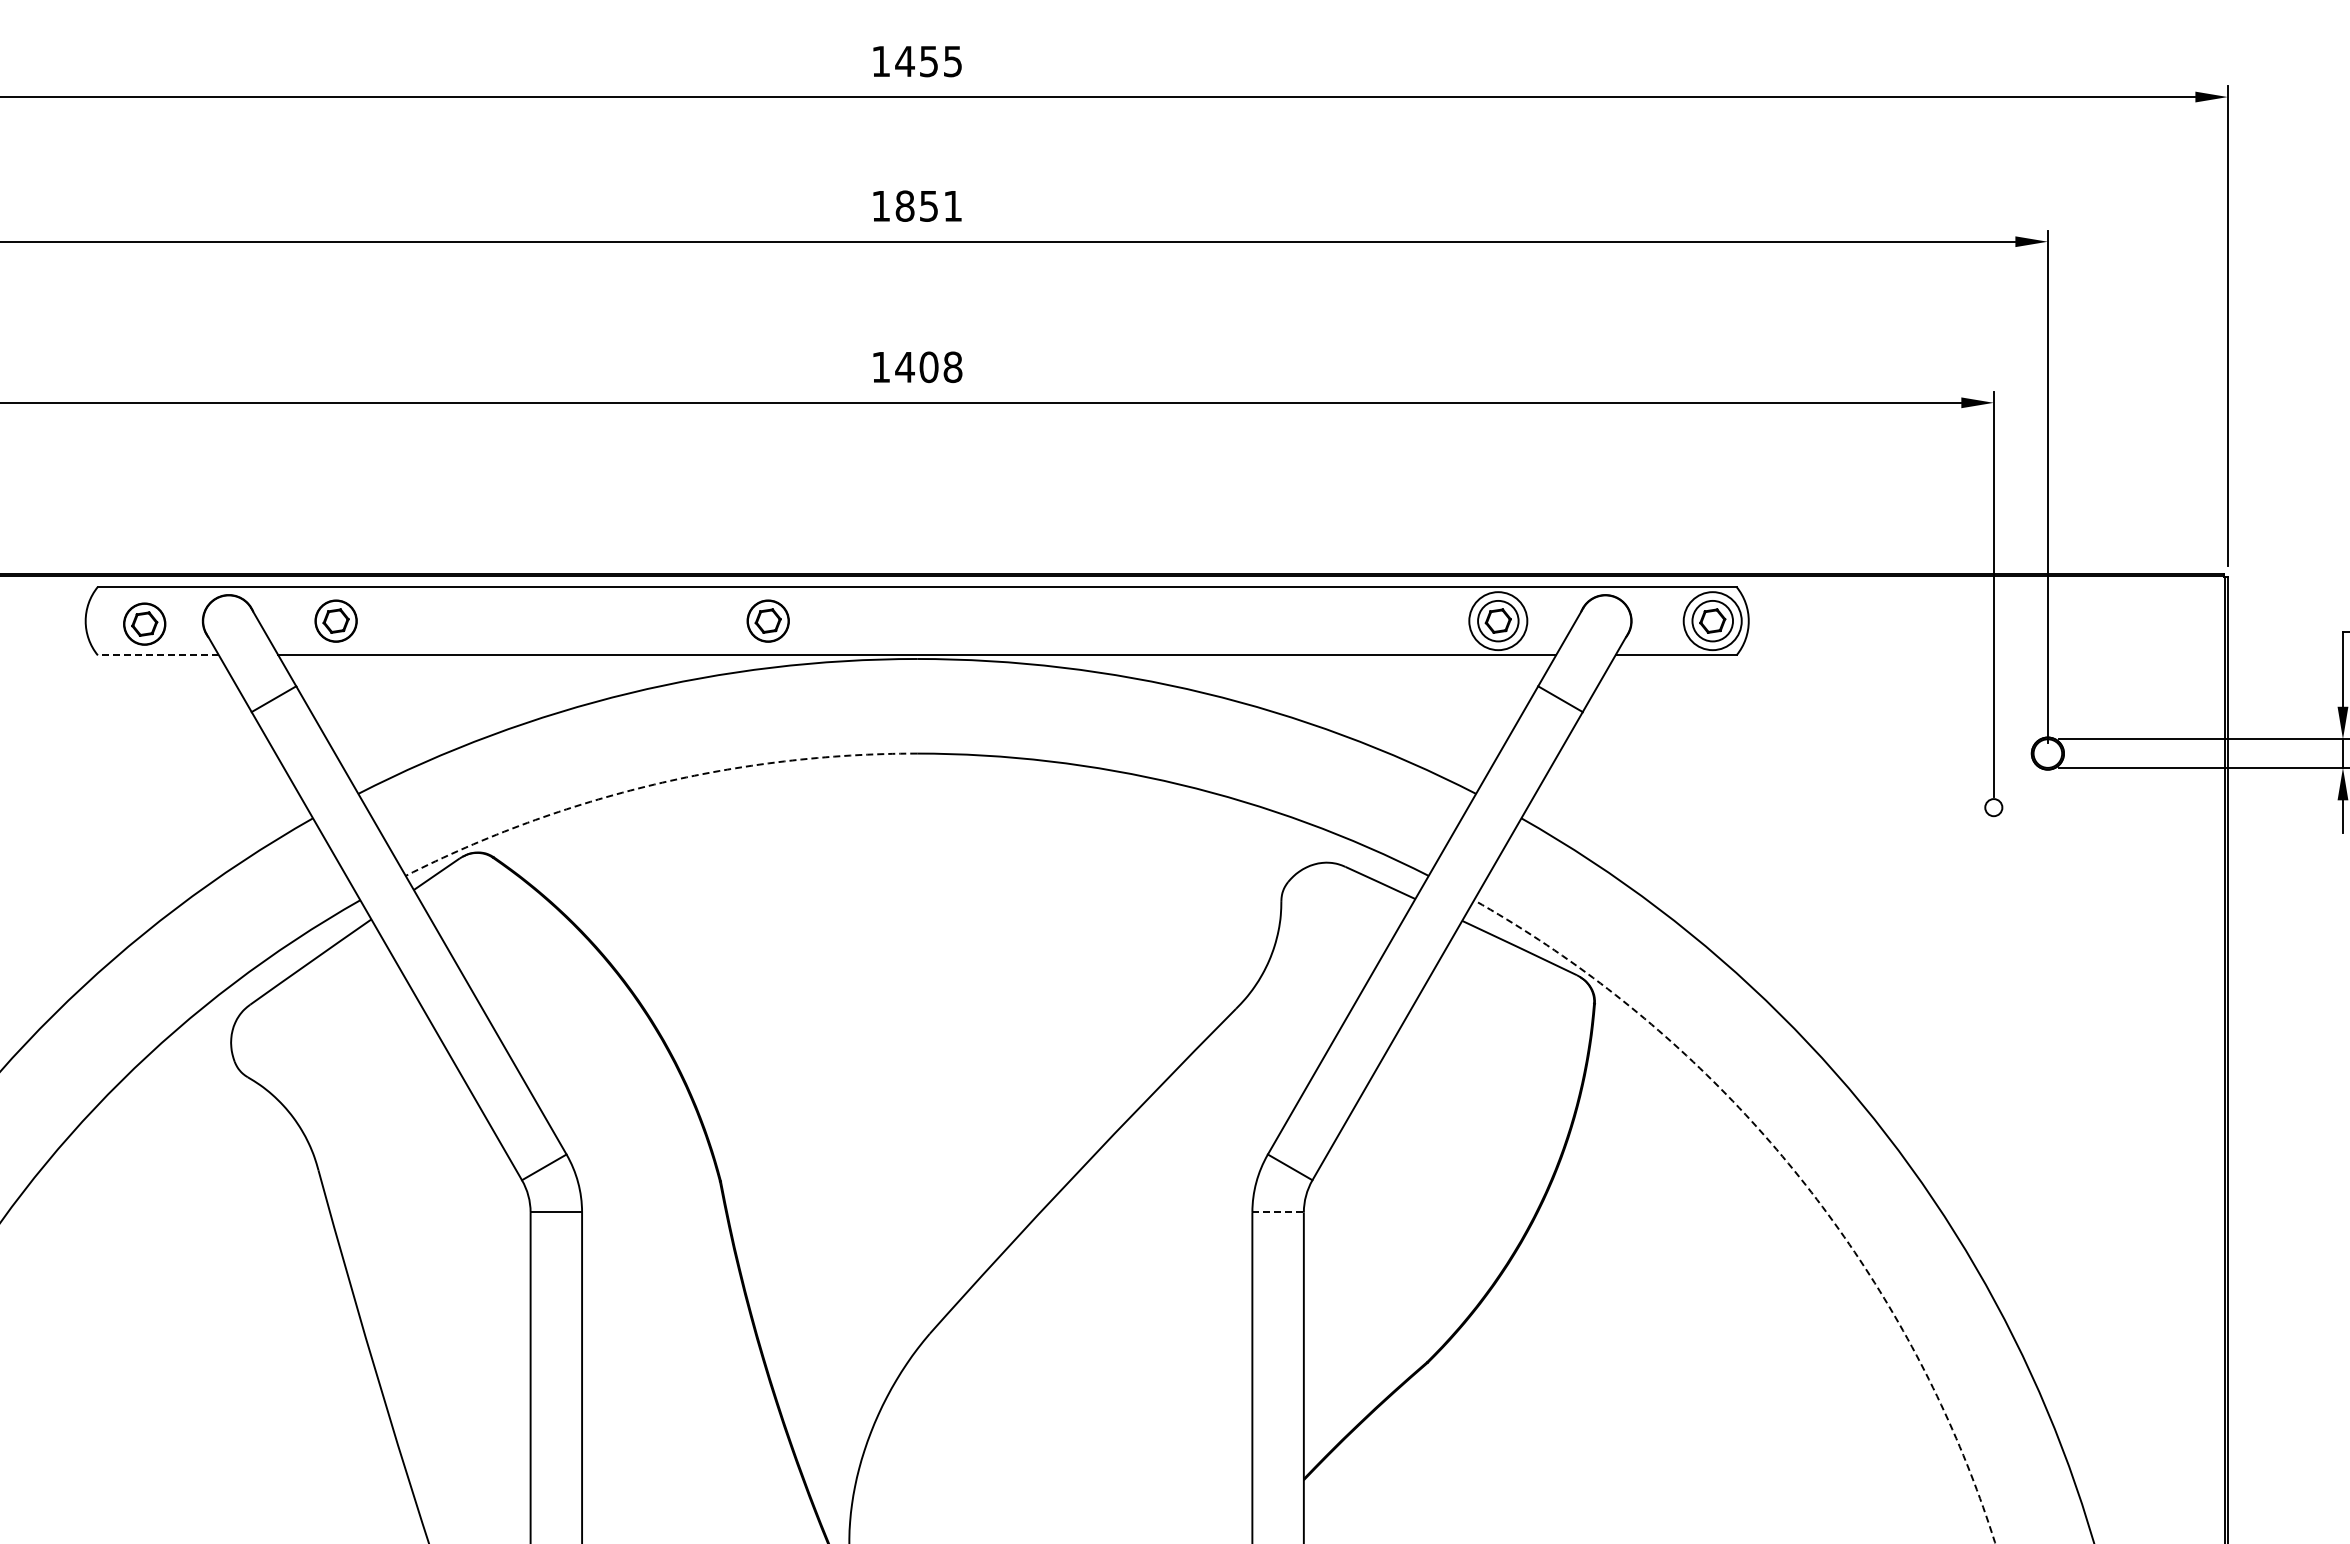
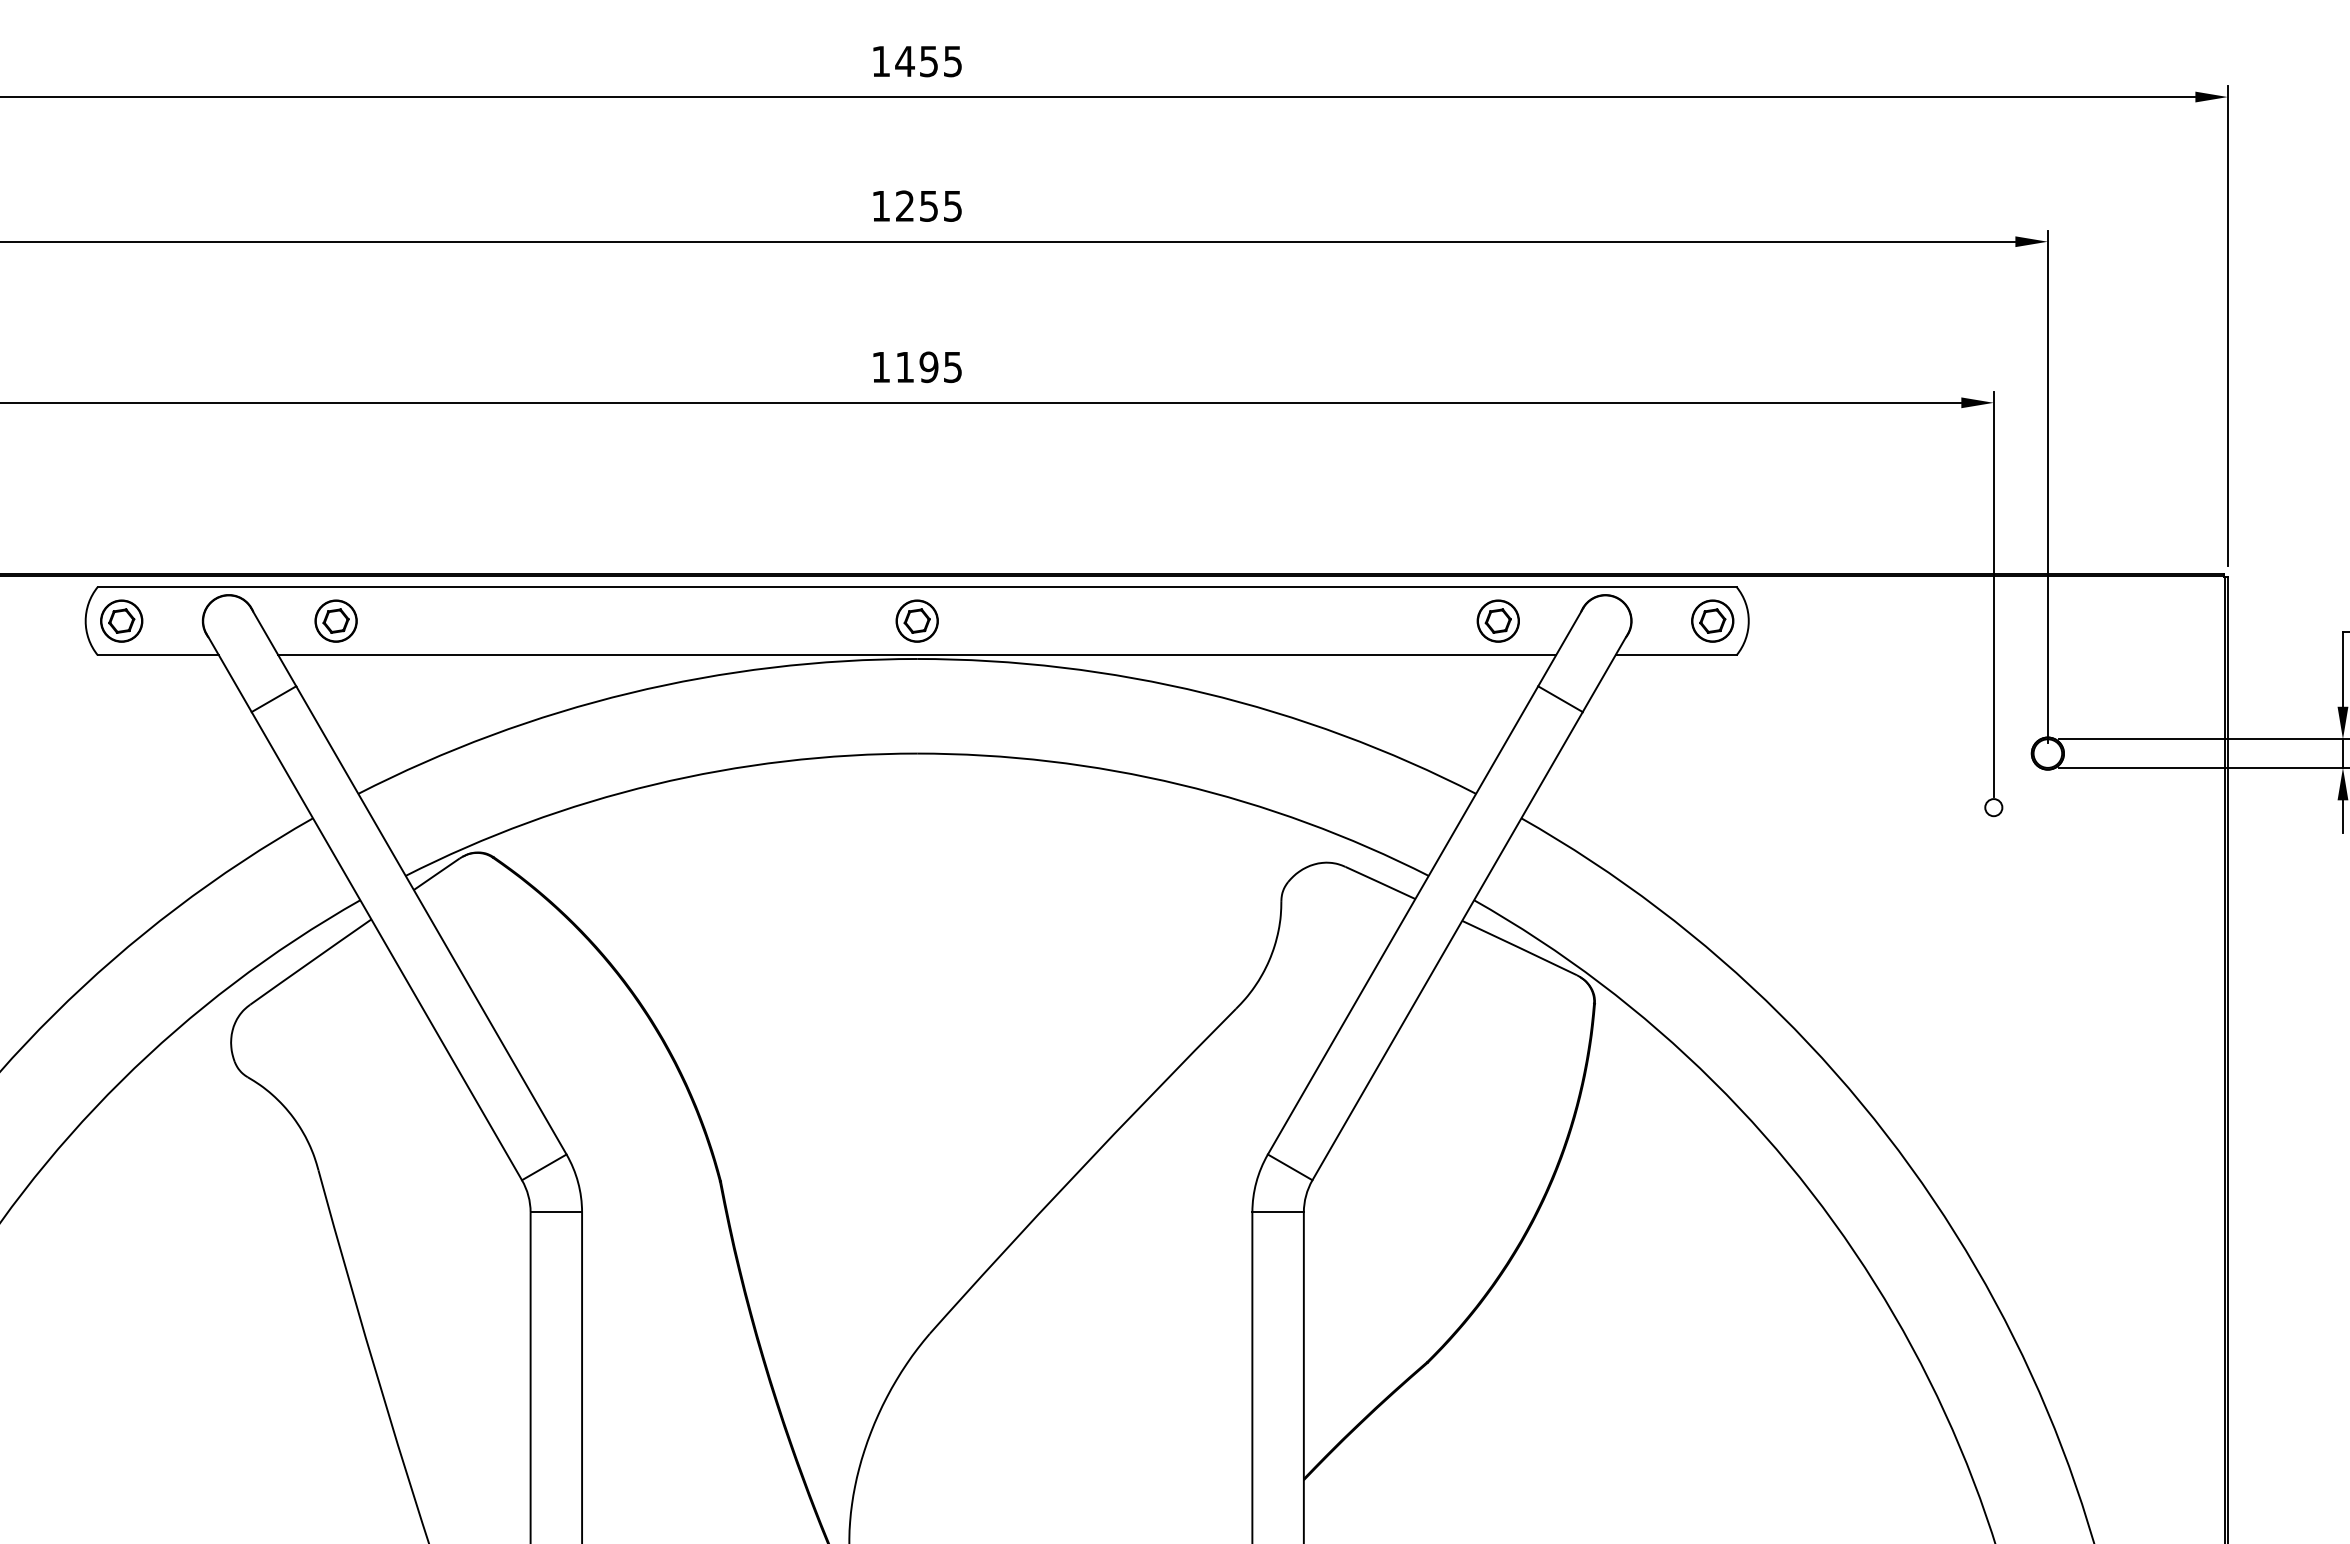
text at (928, 205): 1851 -> 1255
text at (928, 367): 1408 -> 1195
part at (767, 620) position: (767, 620) -> (916, 620)
circle at (1498, 621) diameter: 58 px -> 41 px
circle at (1712, 621) diameter: 58 px -> 41 px
part at (144, 623) position: (144, 623) -> (121, 620)
line at (158, 655): dashed -> solid
arc at (654, 784): dashed -> solid
arc at (1793, 1170): dashed -> solid
line at (1278, 1212): dashed -> solid
